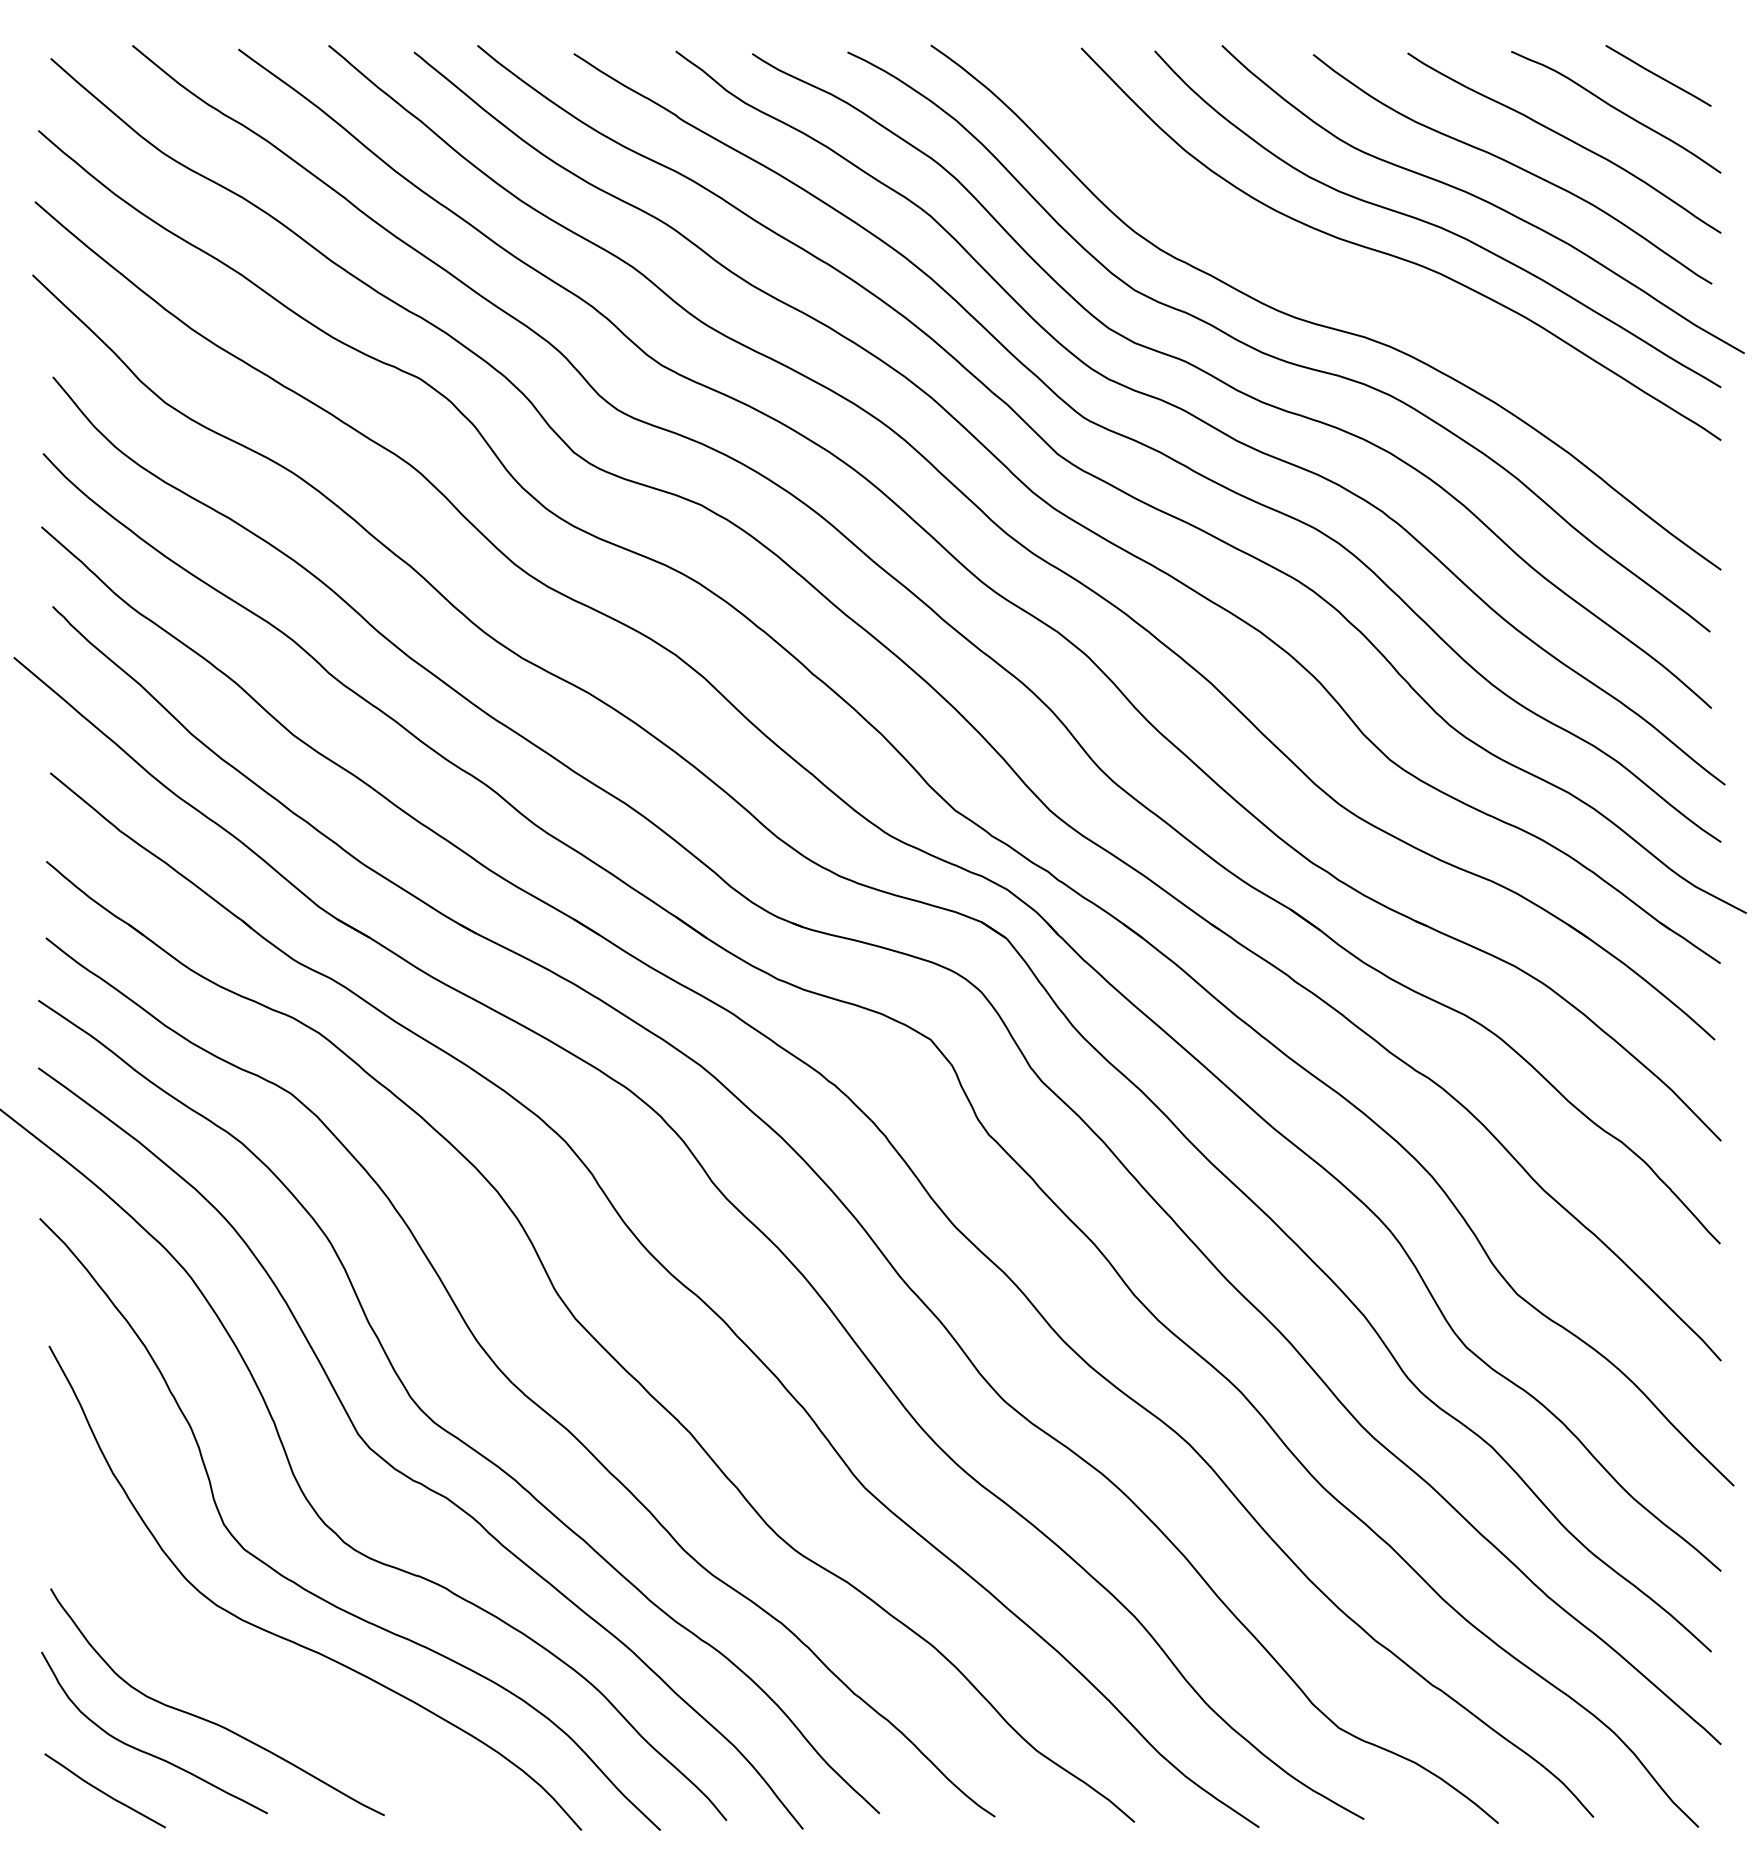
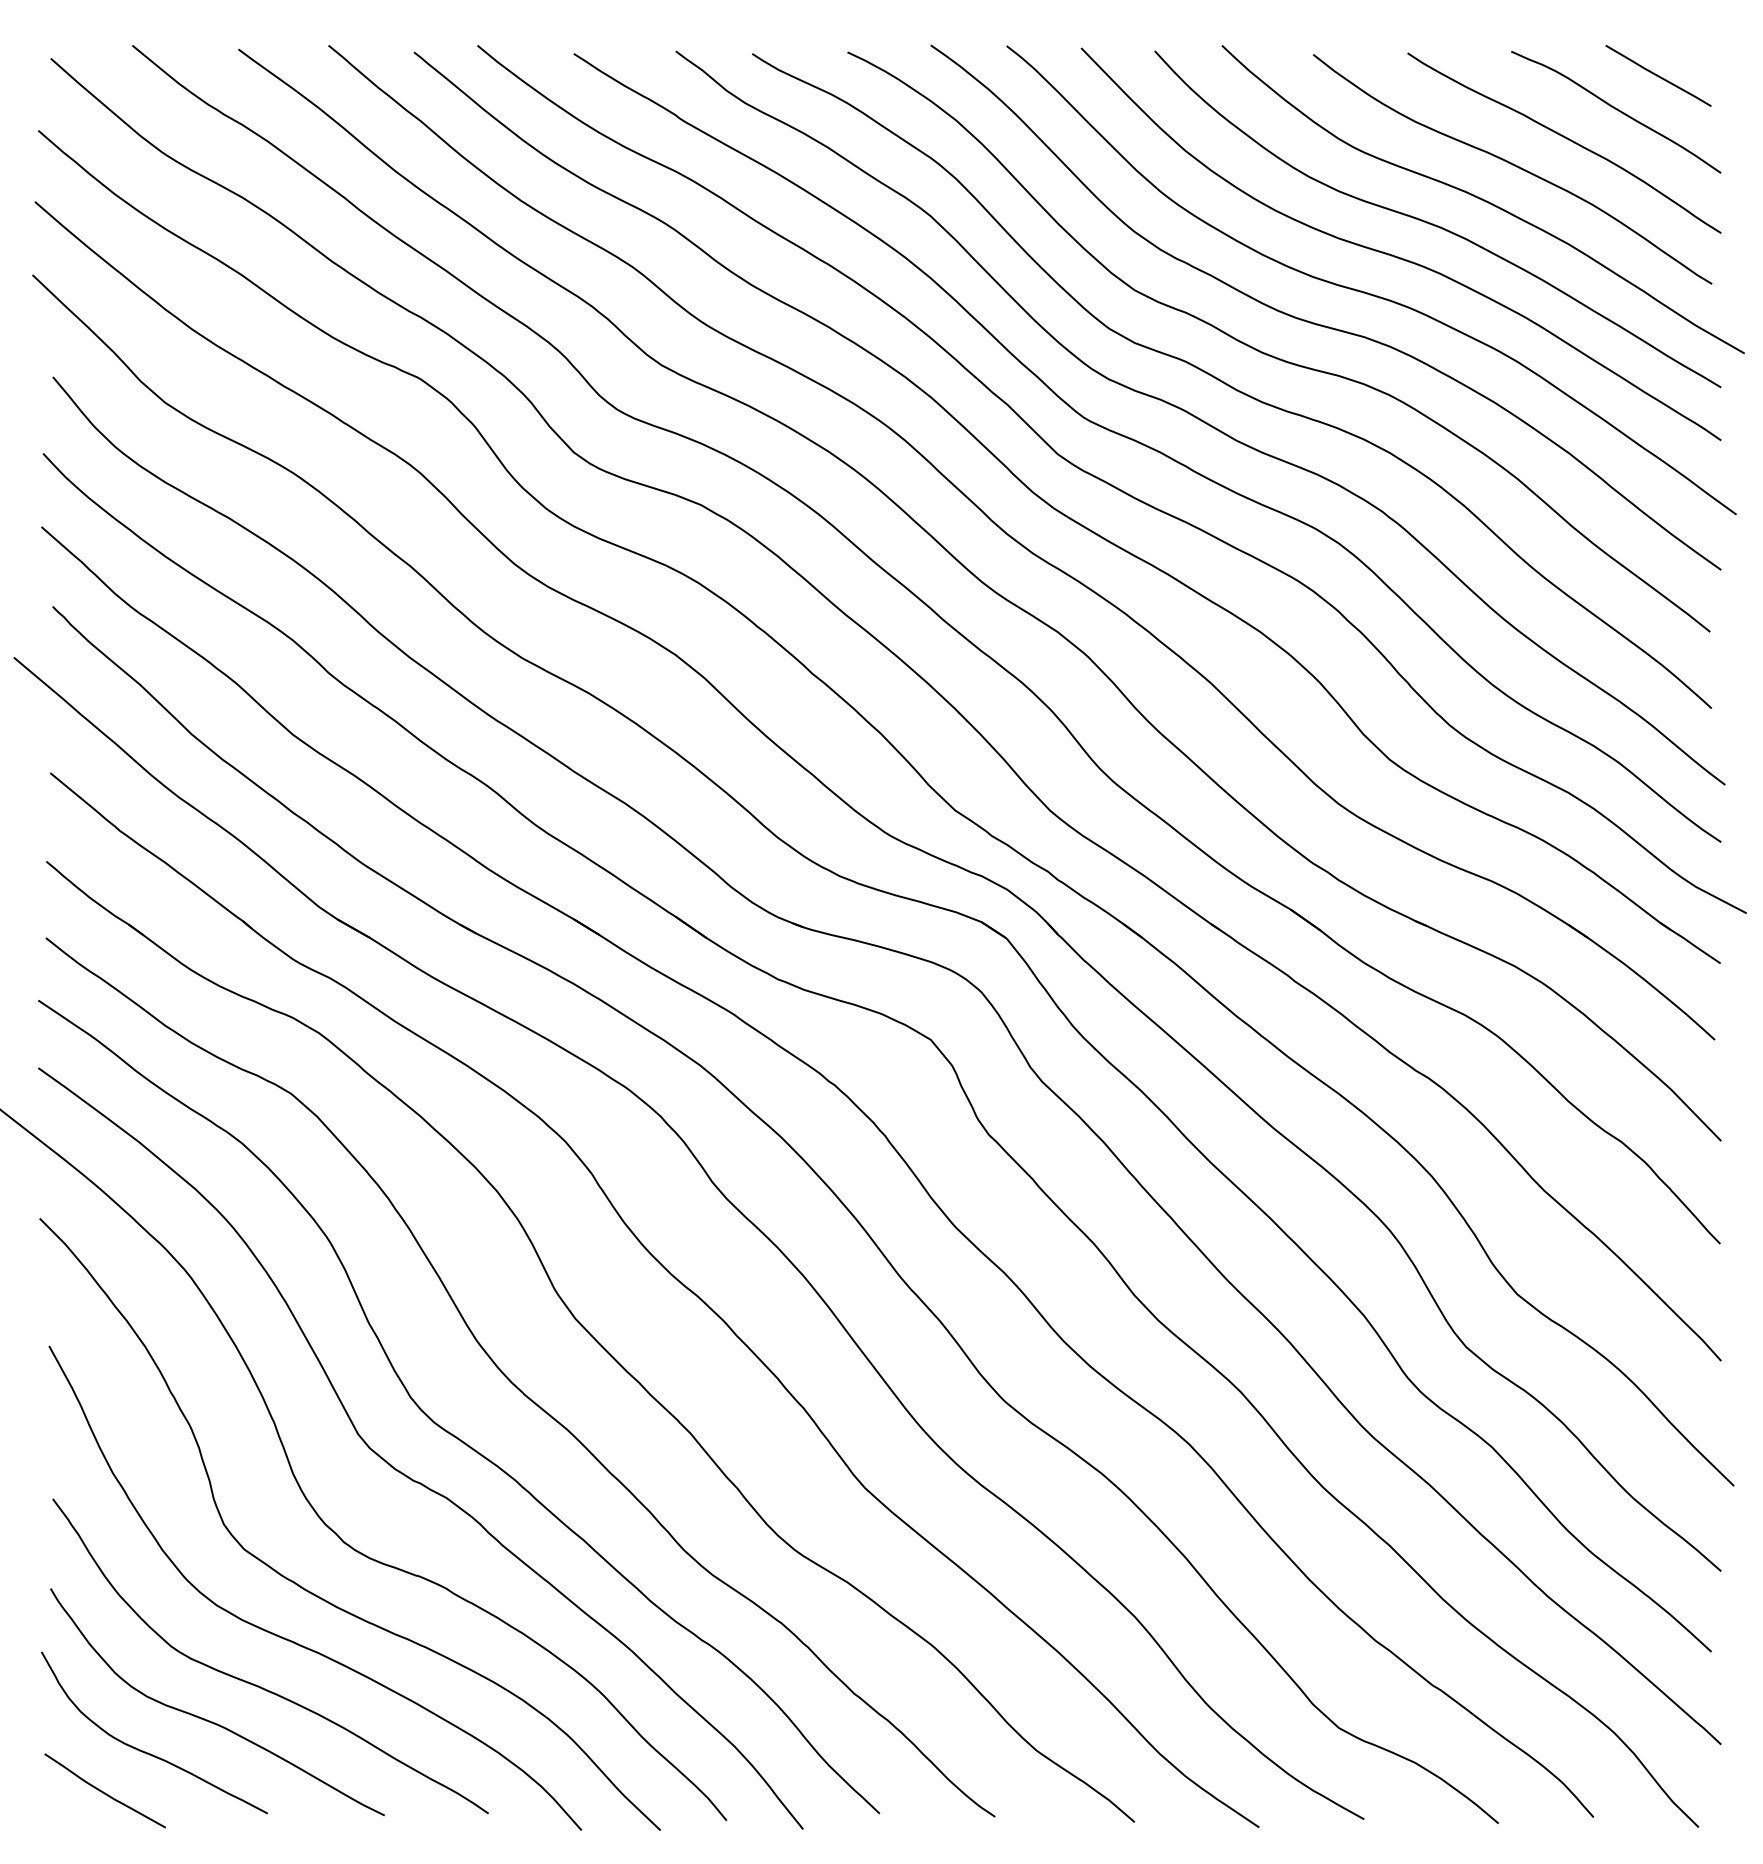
curve at (1368, 292): none -> present
curve at (256, 1684): none -> present
